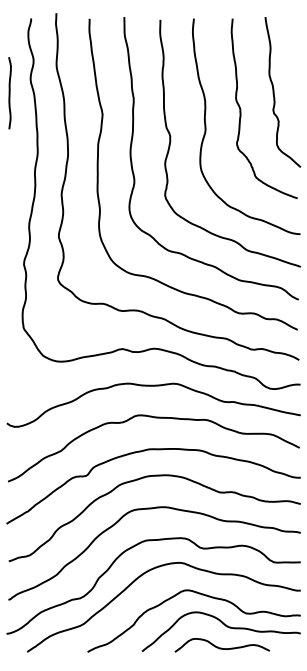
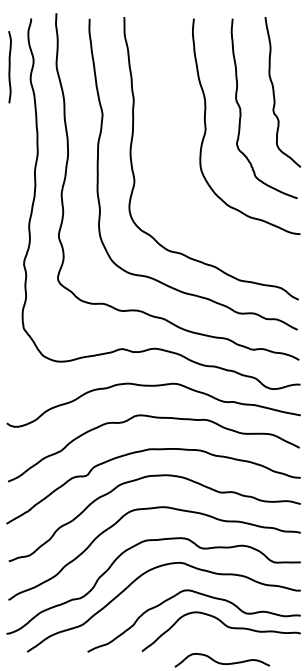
line at (9, 93) position: (9, 93) -> (9, 67)
curve at (171, 141): present -> none
curve at (221, 647) position: (221, 647) -> (221, 662)
